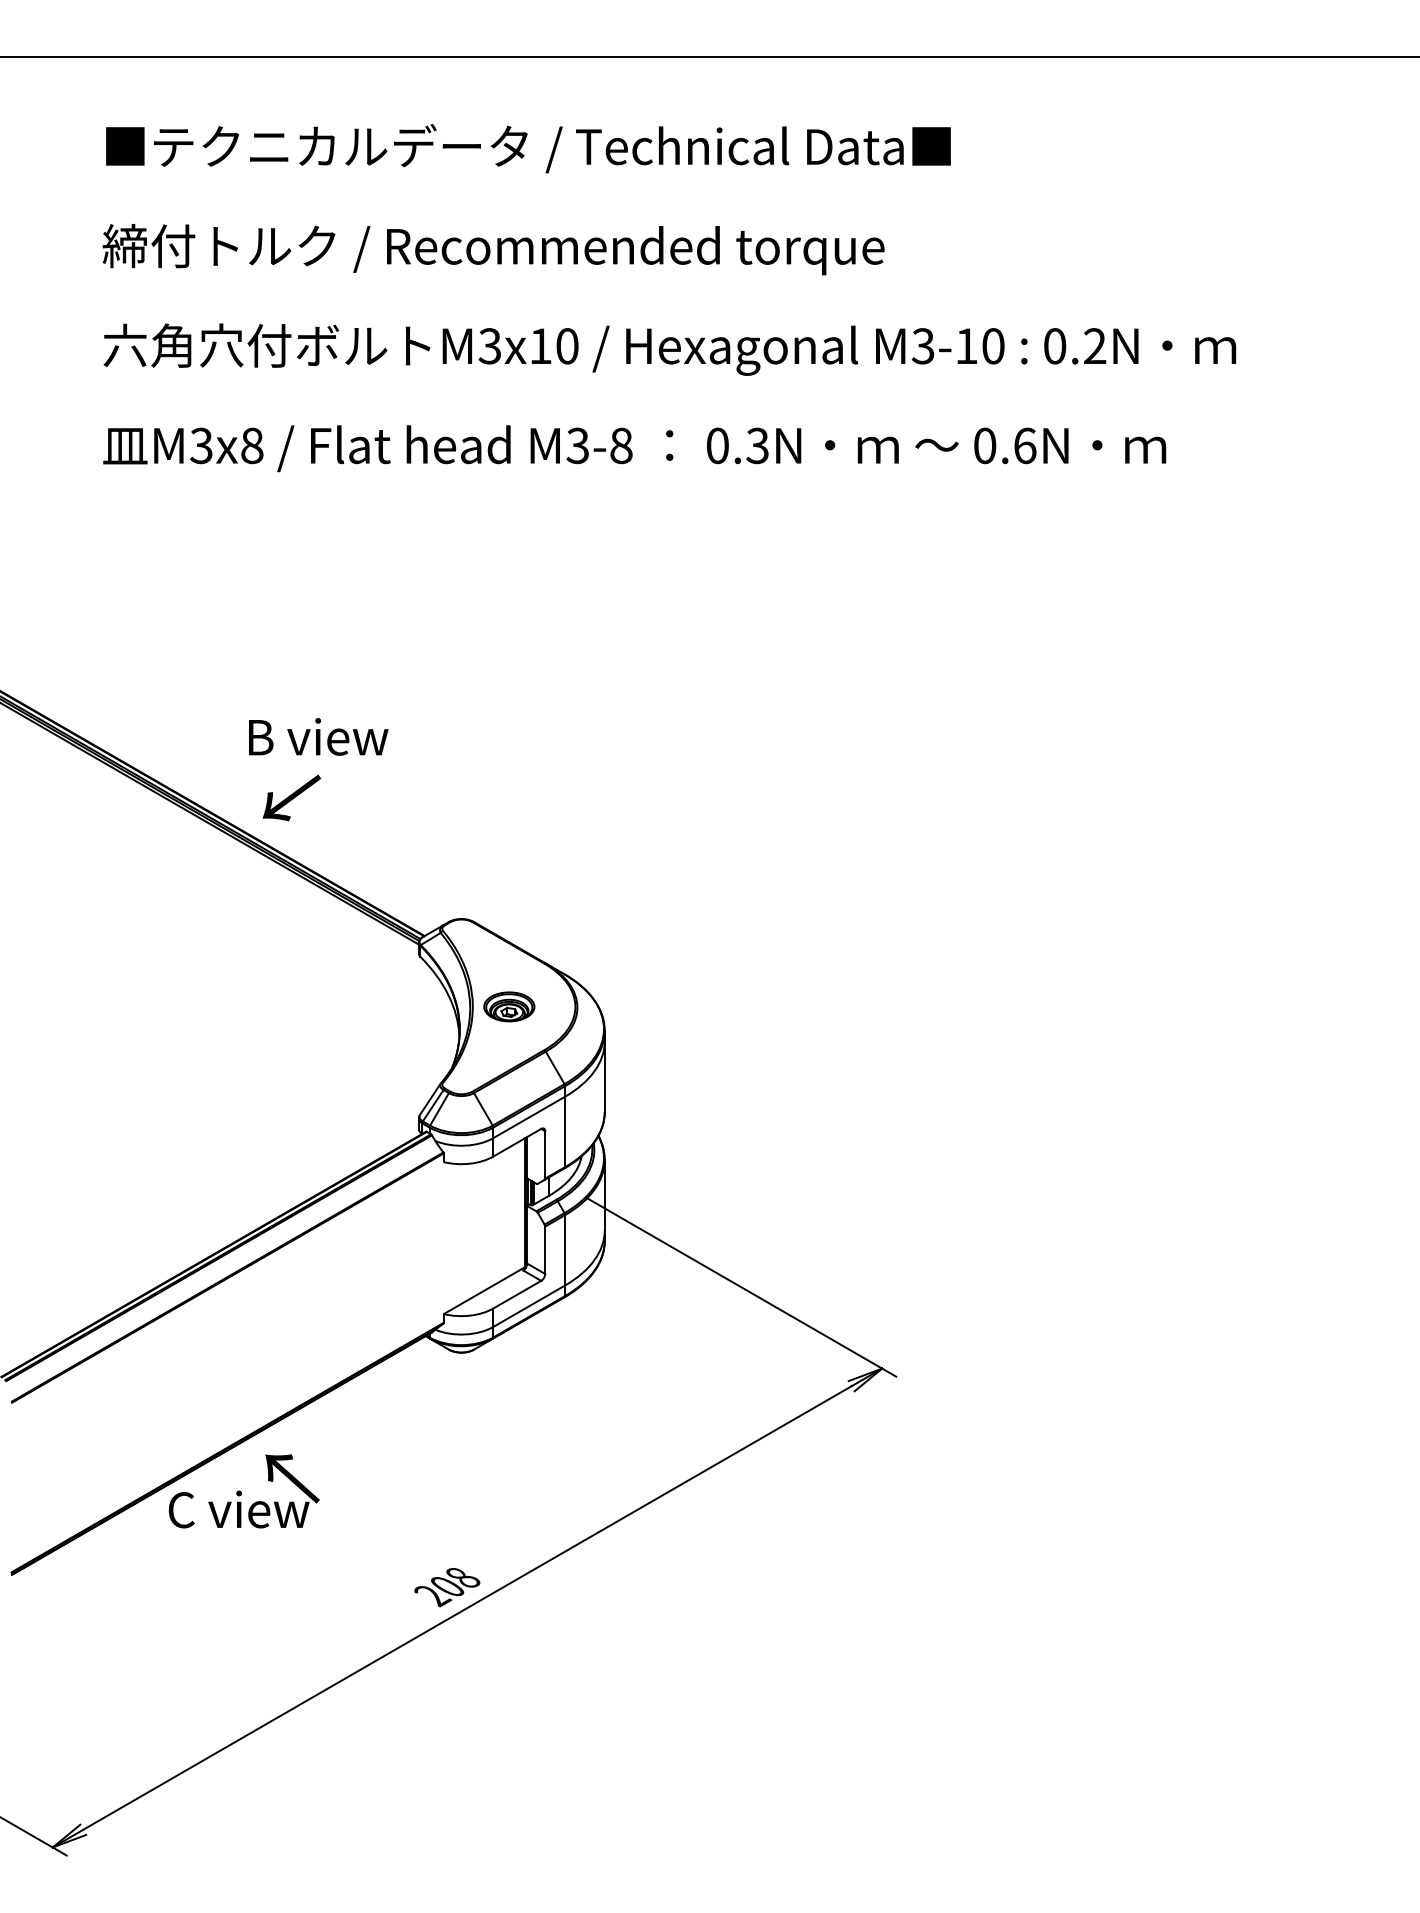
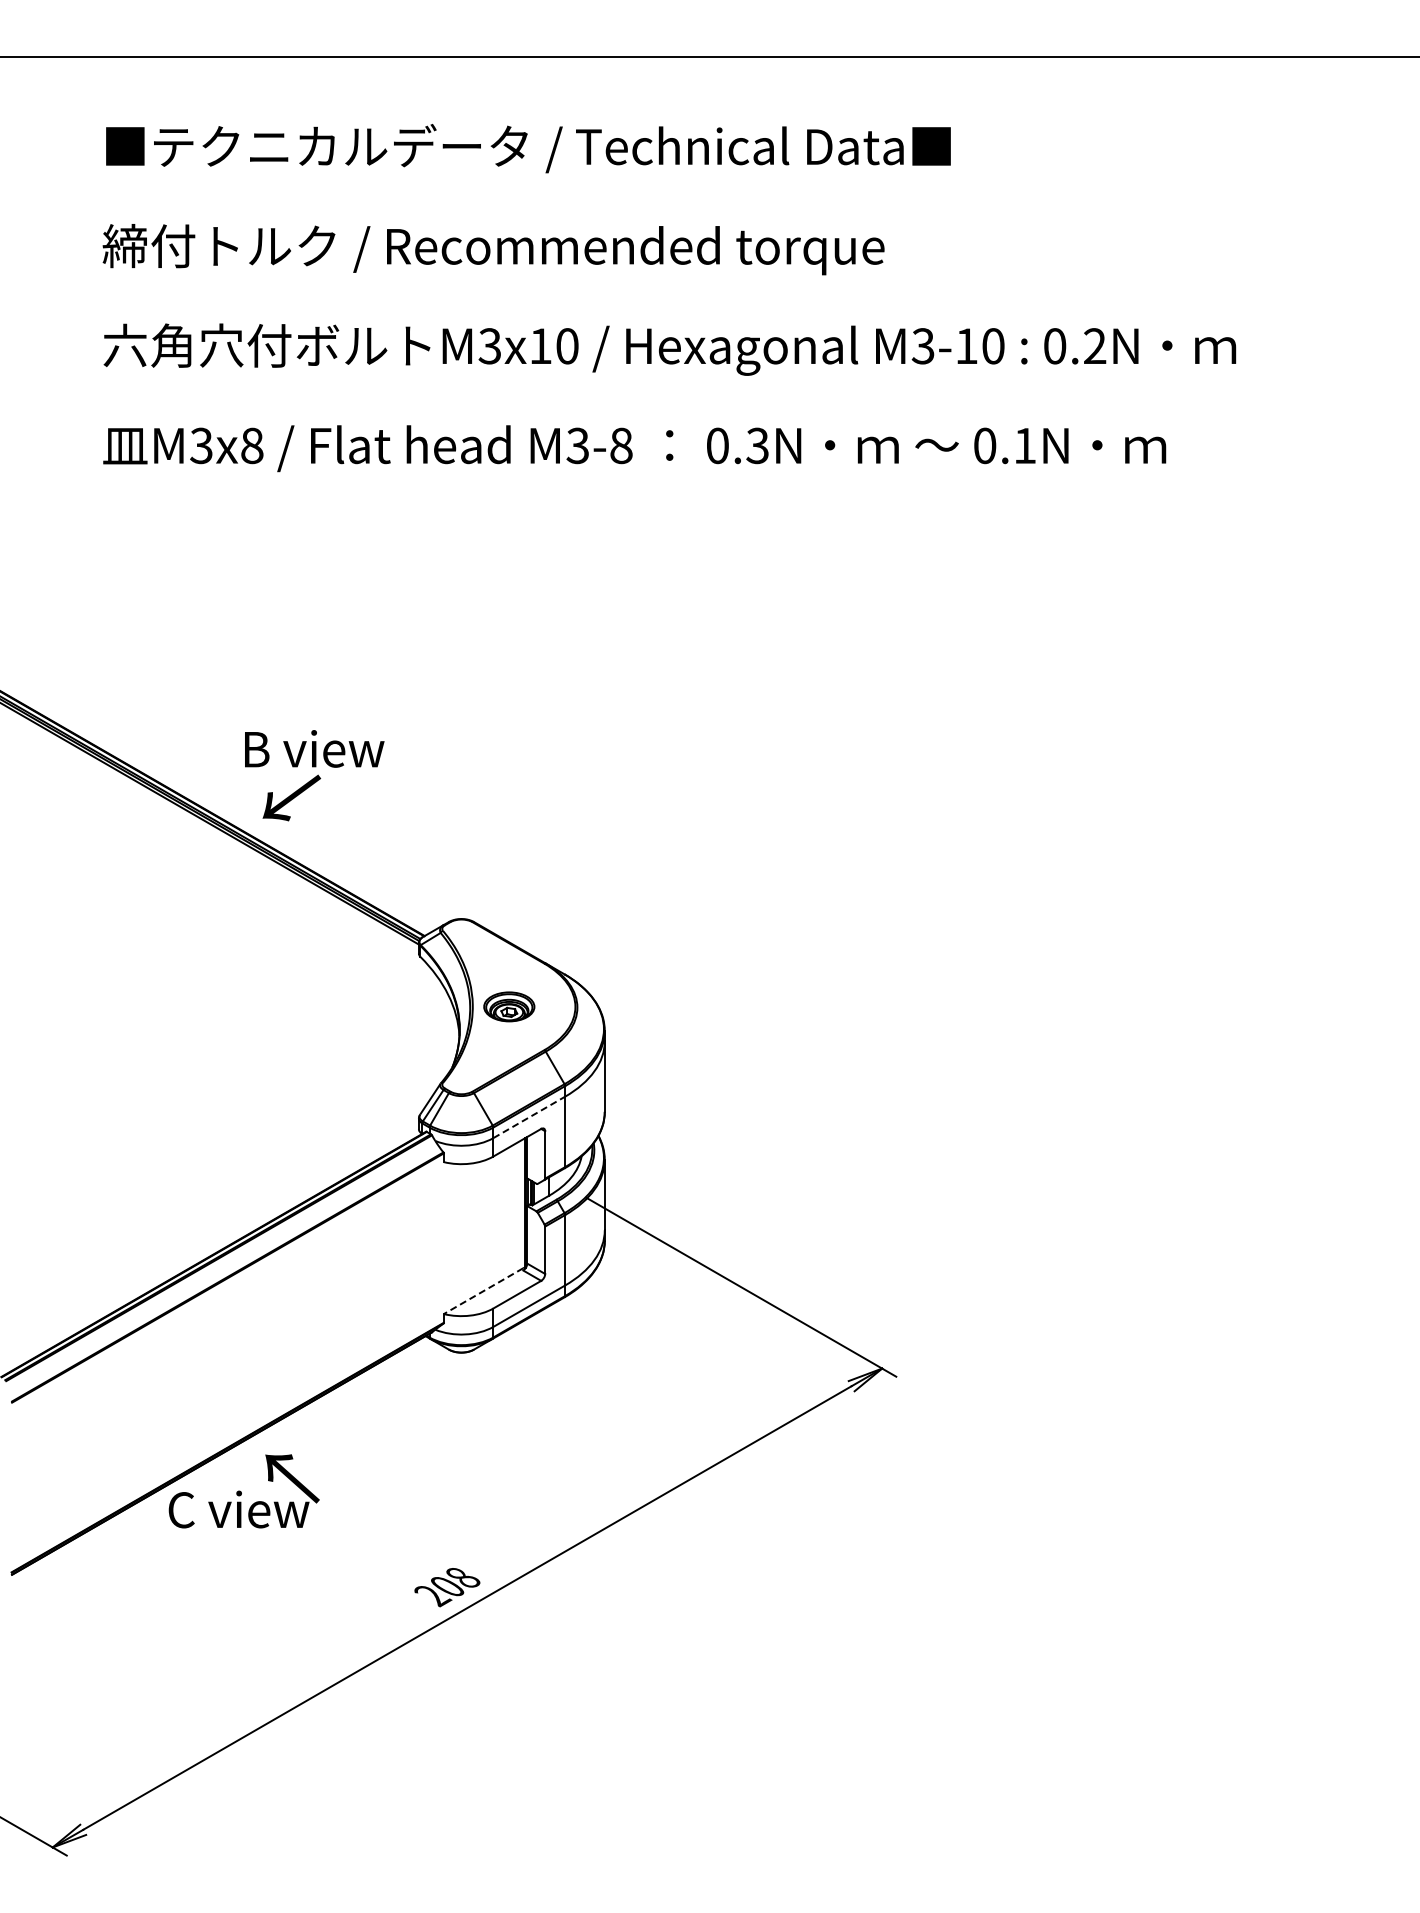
text at (1025, 445): 0.6N -> 0.1N
text at (318, 736) position: (318, 736) -> (314, 748)
line at (529, 1117): solid -> dashed
line at (483, 1291): solid -> dashed
